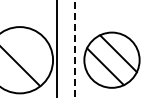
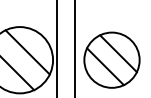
line at (75, 48): dashed -> solid
line at (27, 52): none -> present
line at (20, 66) position: (20, 66) -> (18, 74)
